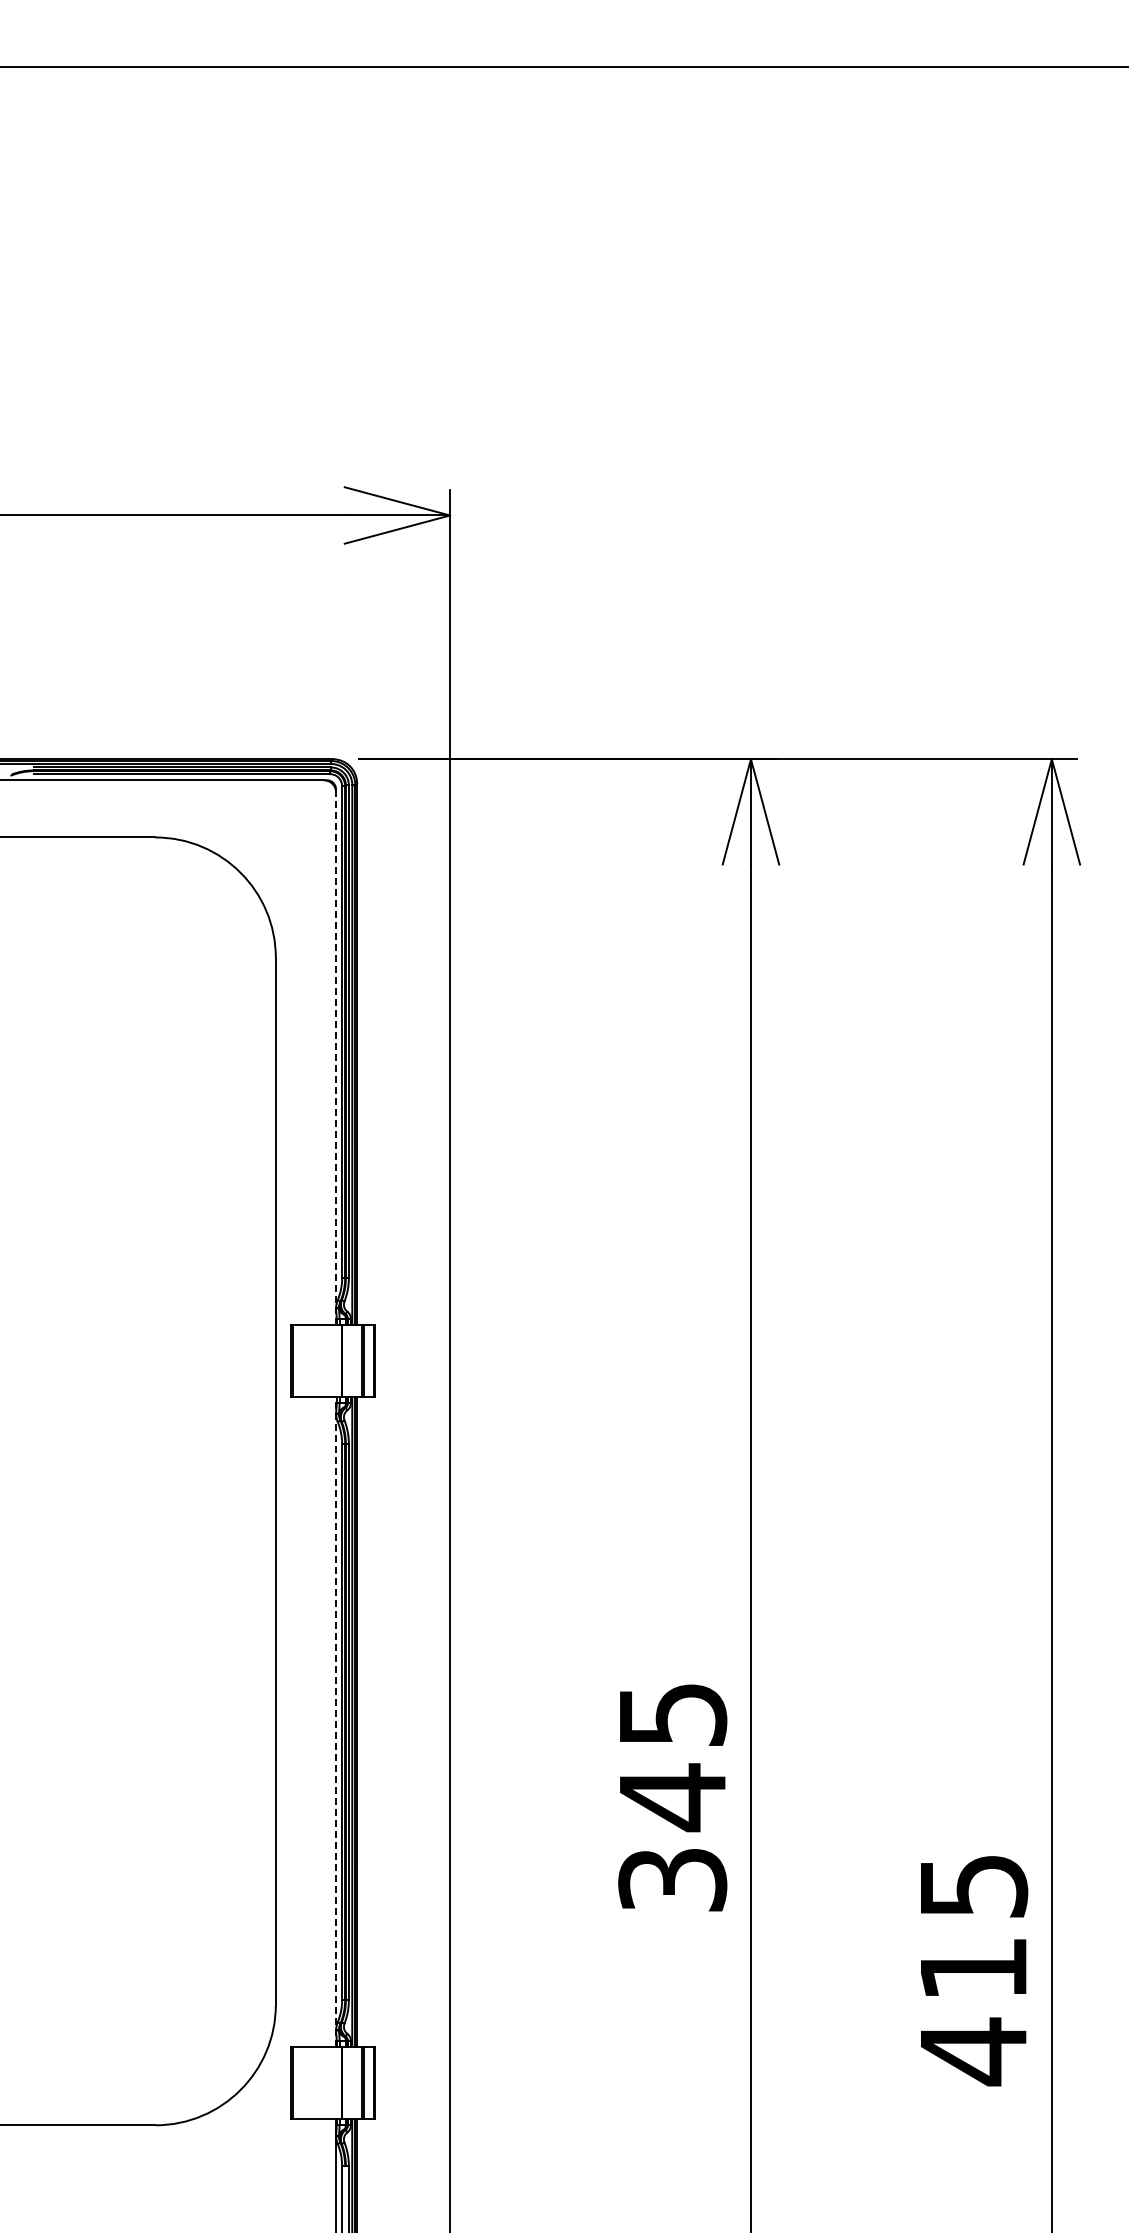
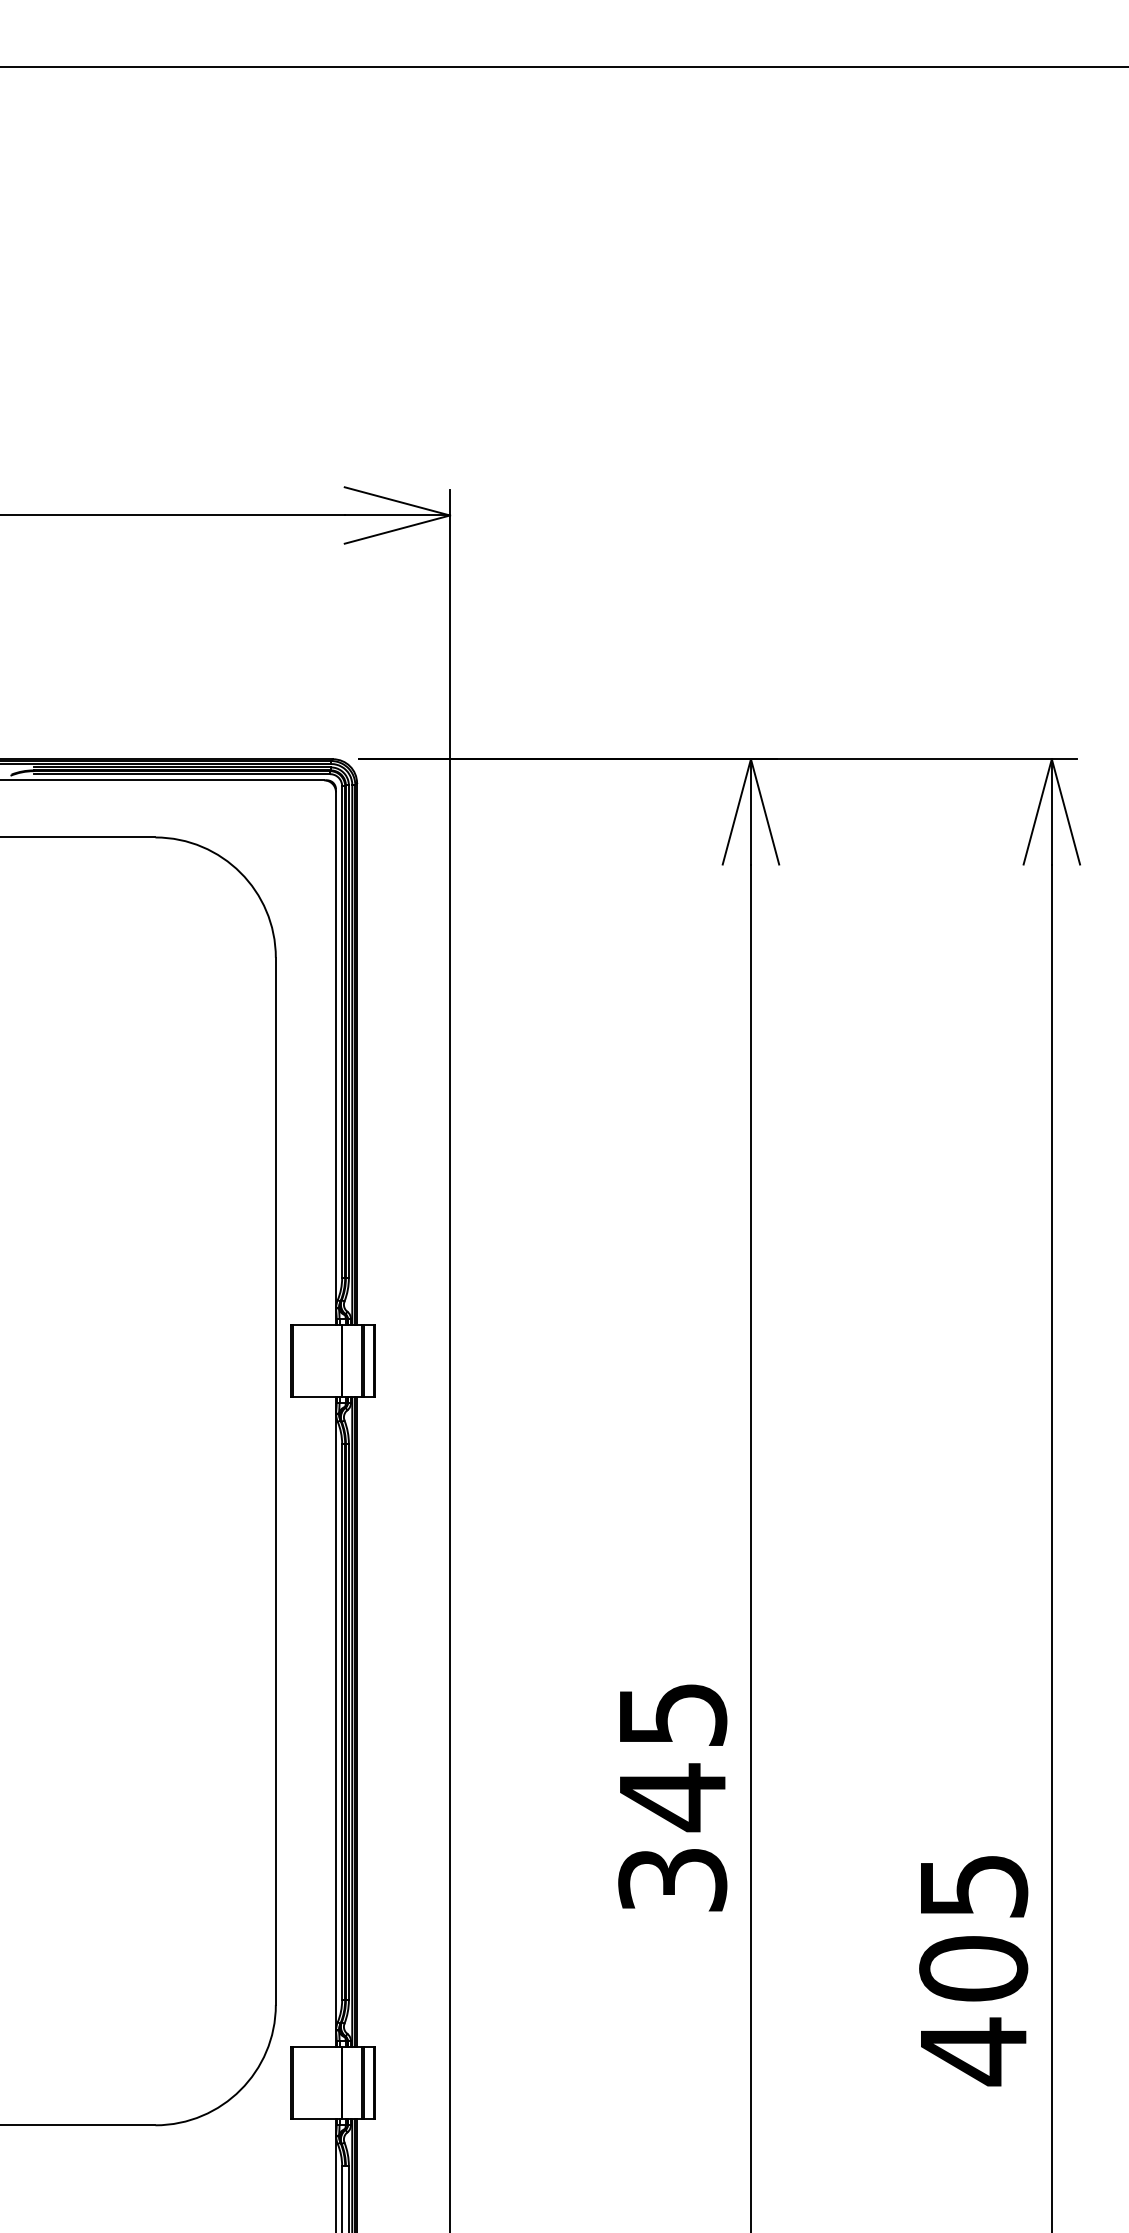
line at (336, 1058): dashed -> solid
line at (336, 1722): dashed -> solid
text at (973, 1968): 415 -> 405
